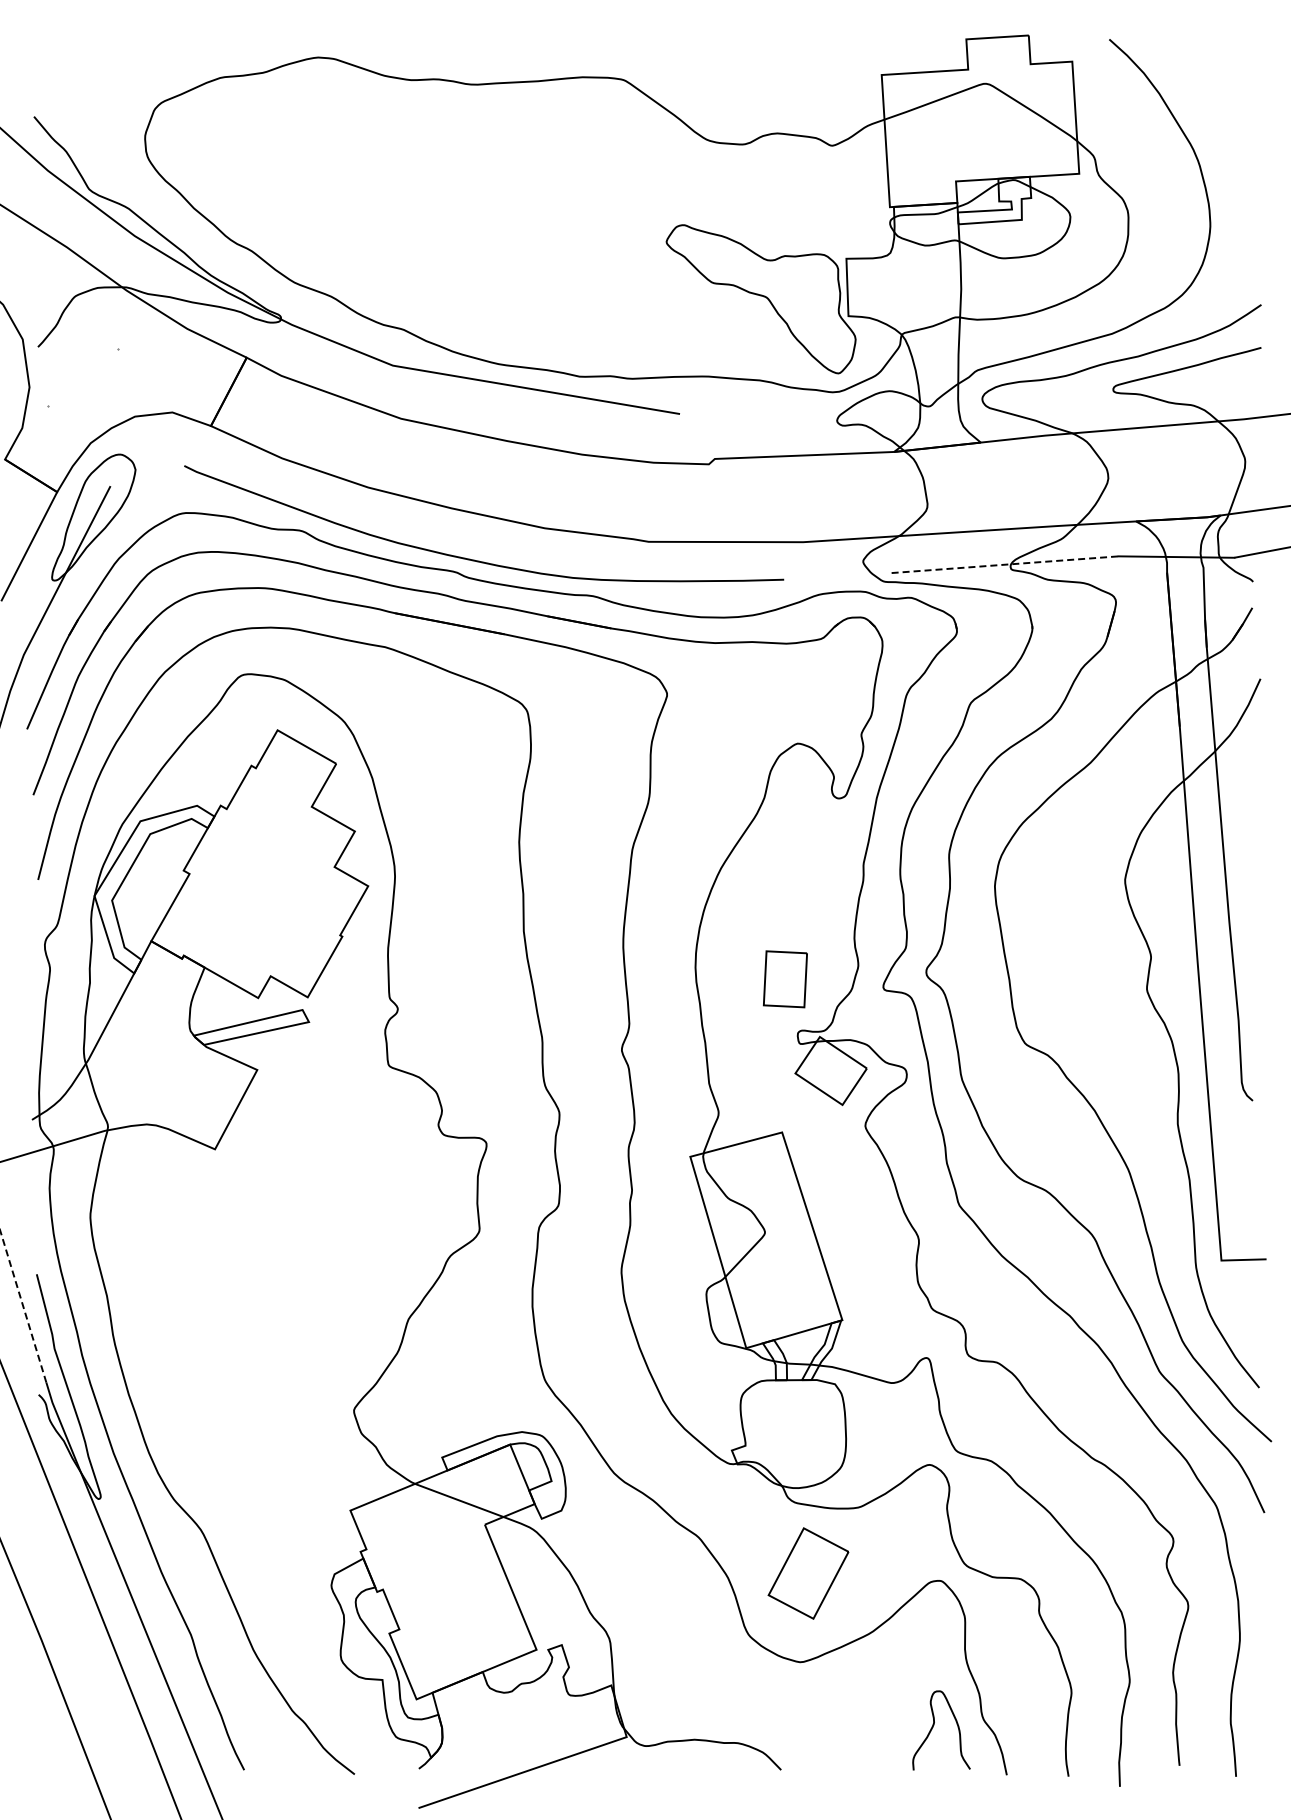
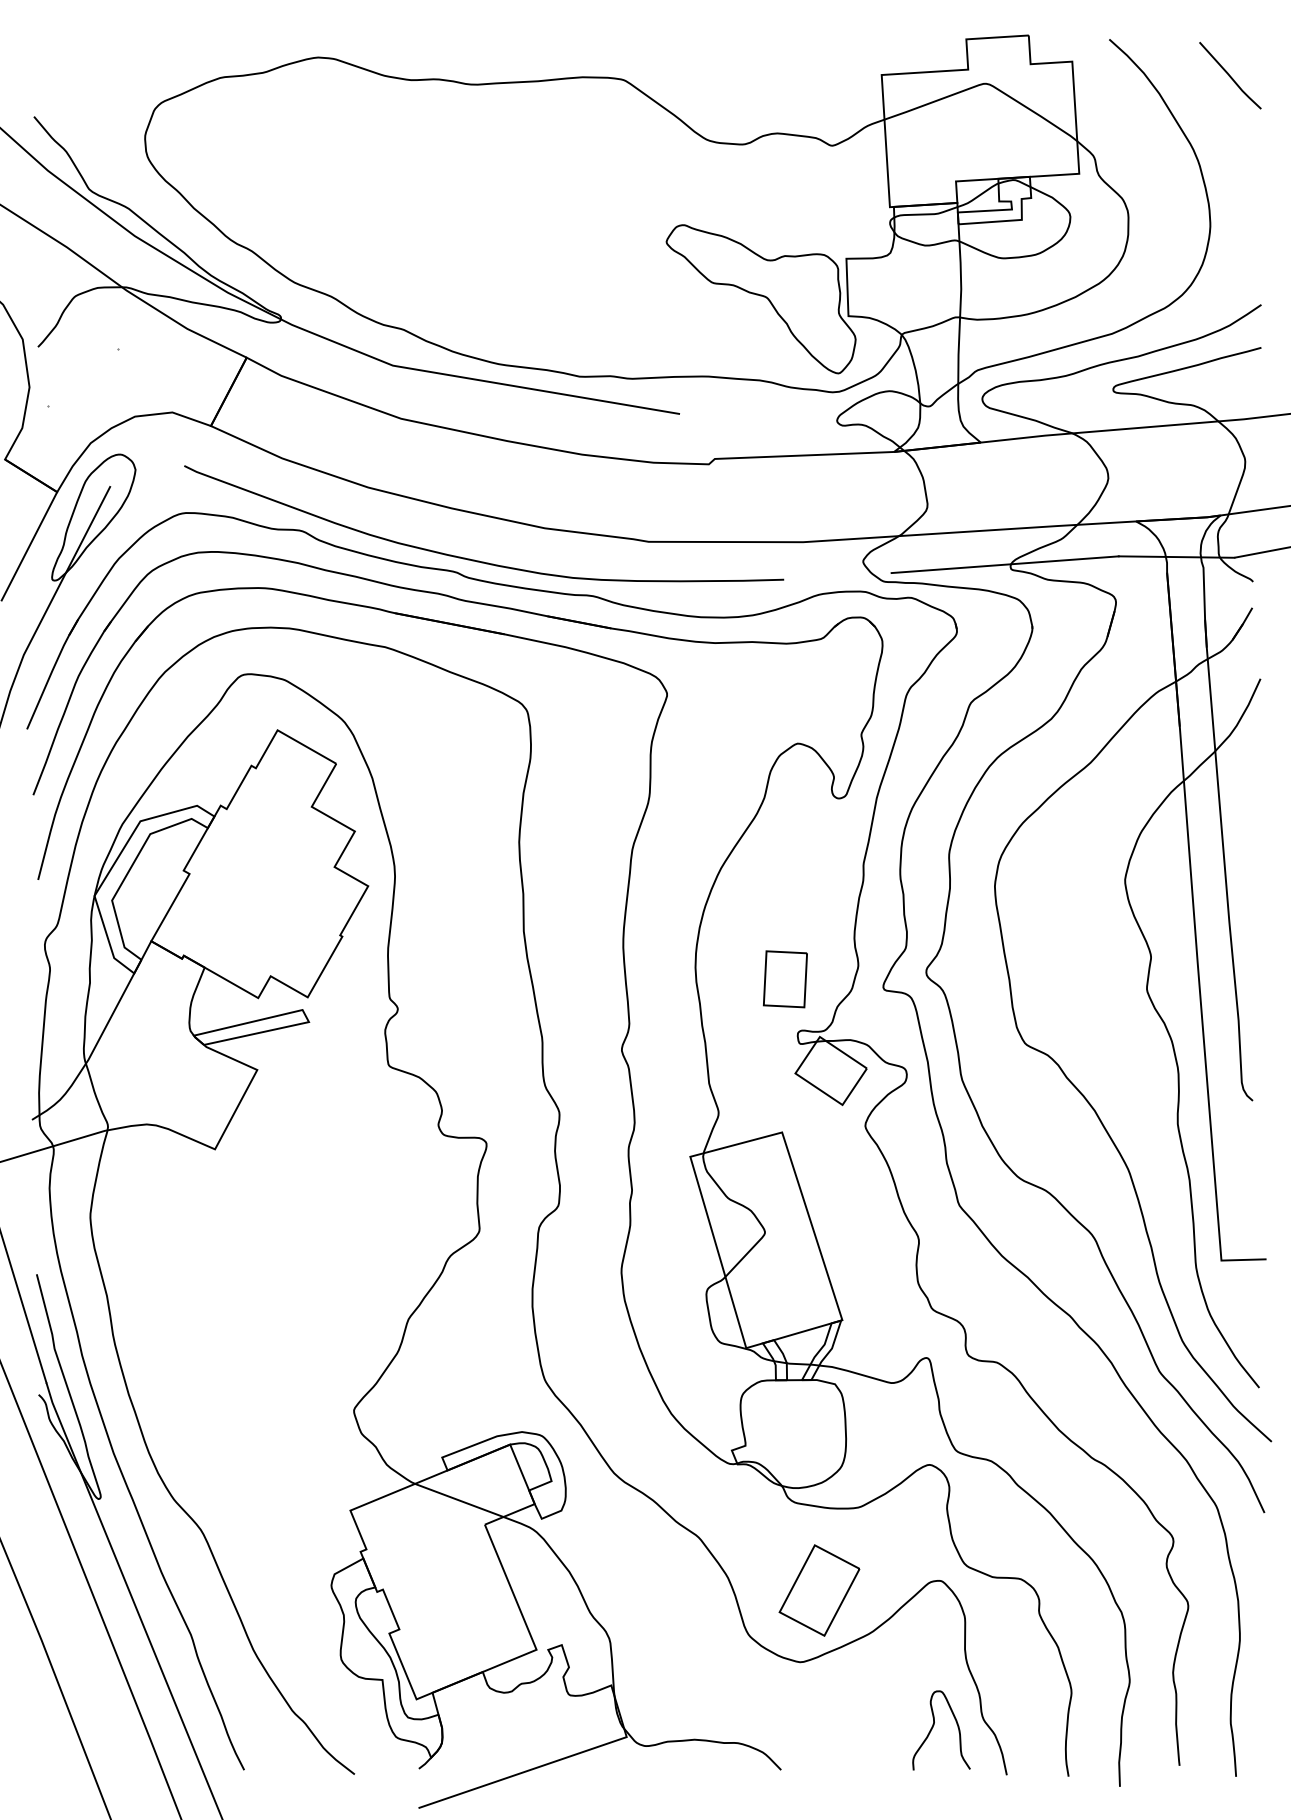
line at (1230, 75): none -> present
line at (1005, 564): dashed -> solid
line at (23, 1306): dashed -> solid
part at (808, 1573) position: (808, 1573) -> (819, 1590)
